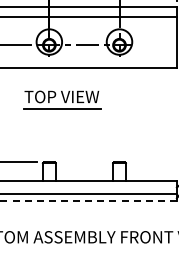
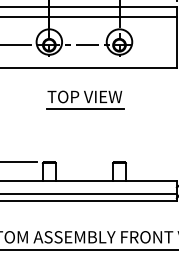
part at (62, 99) position: (62, 99) -> (85, 99)
line at (88, 200): dashed -> solid
line at (88, 249): none -> present
